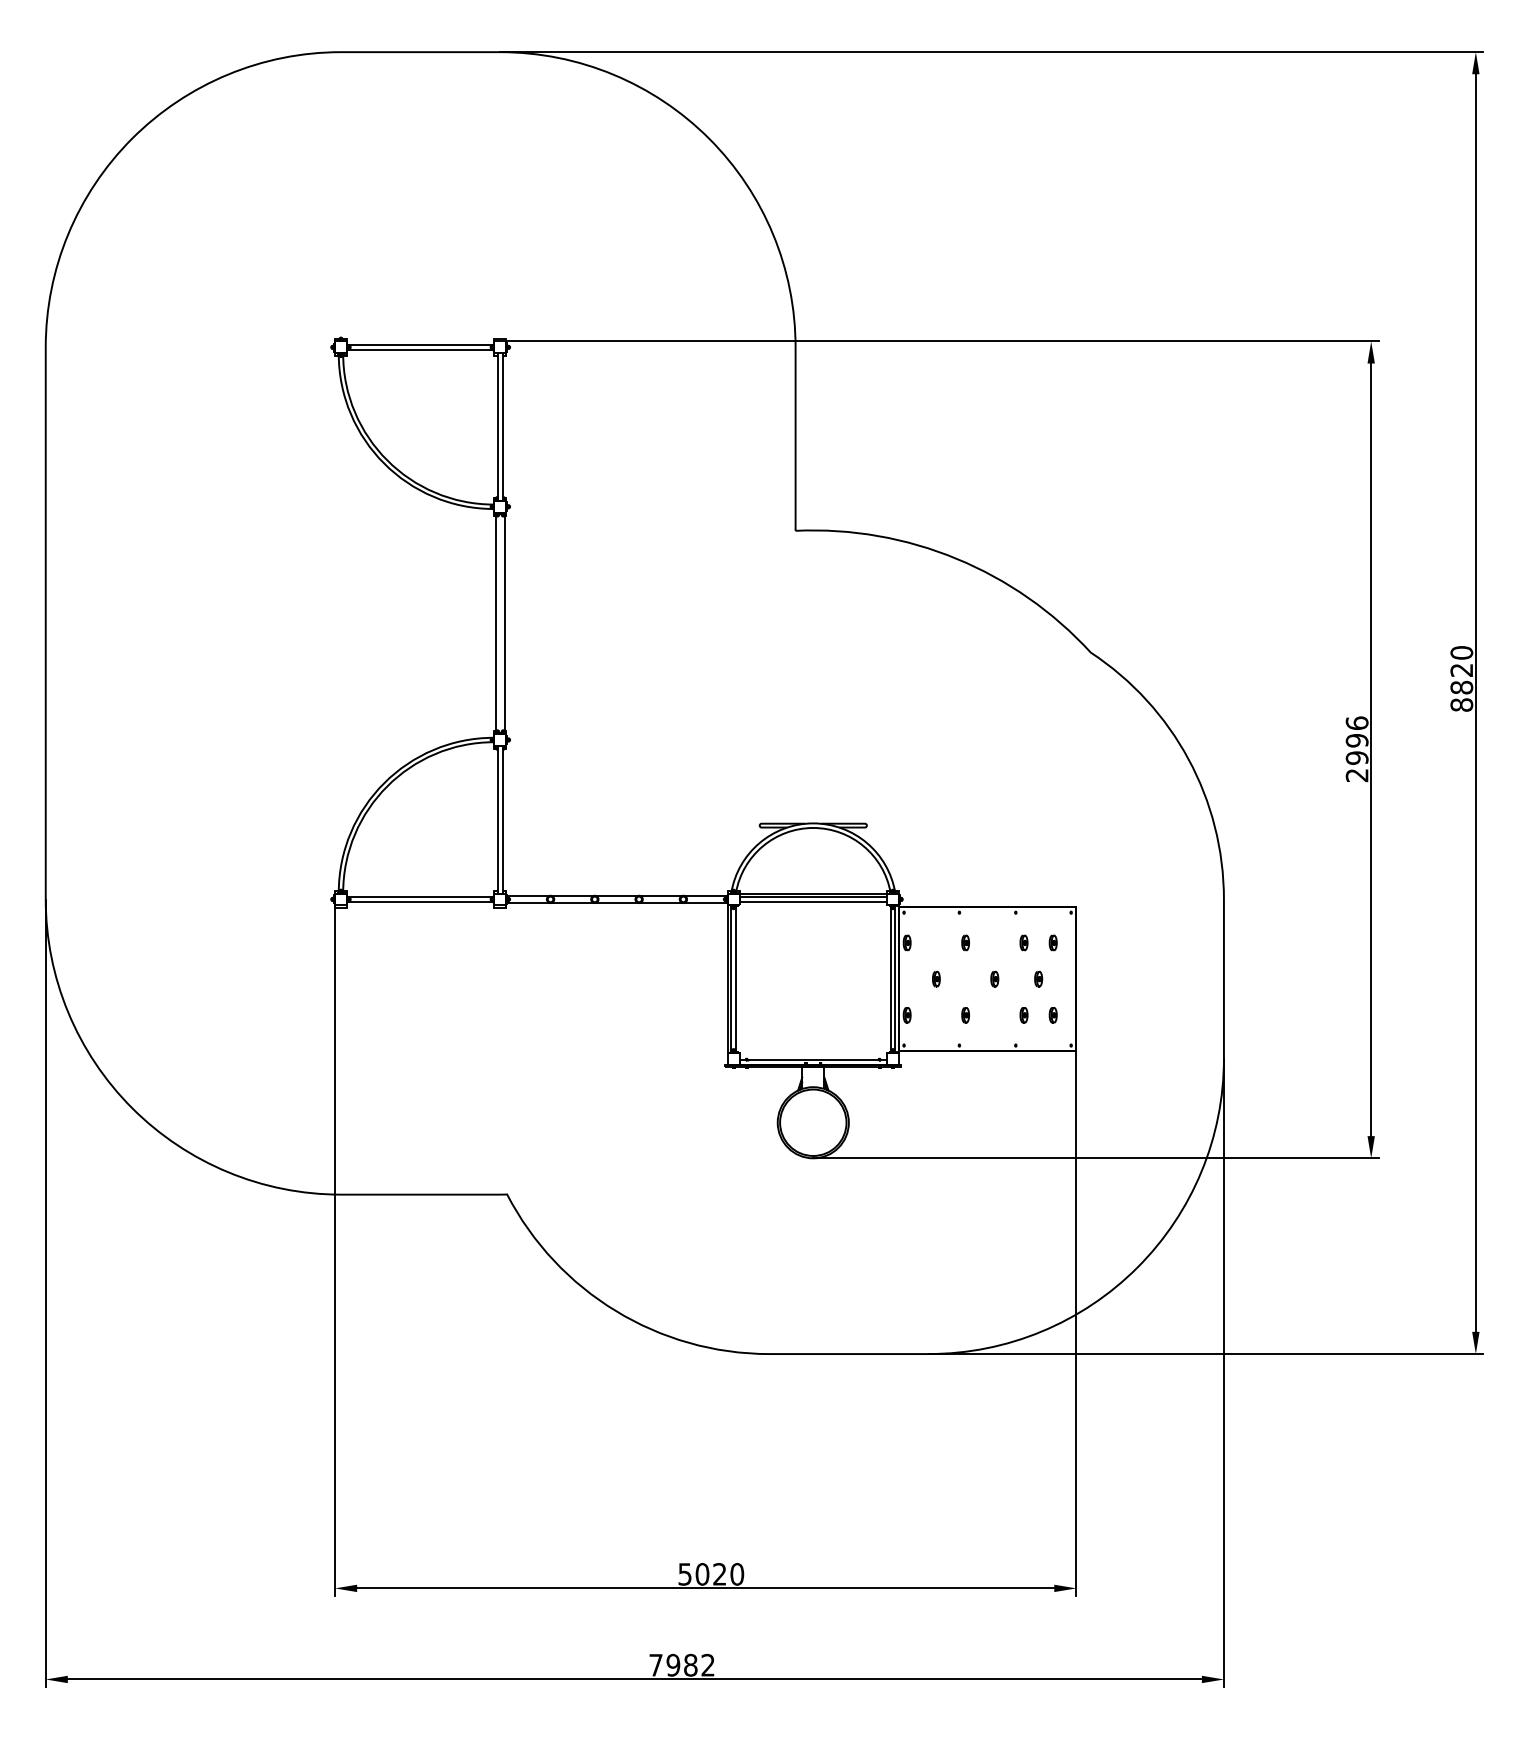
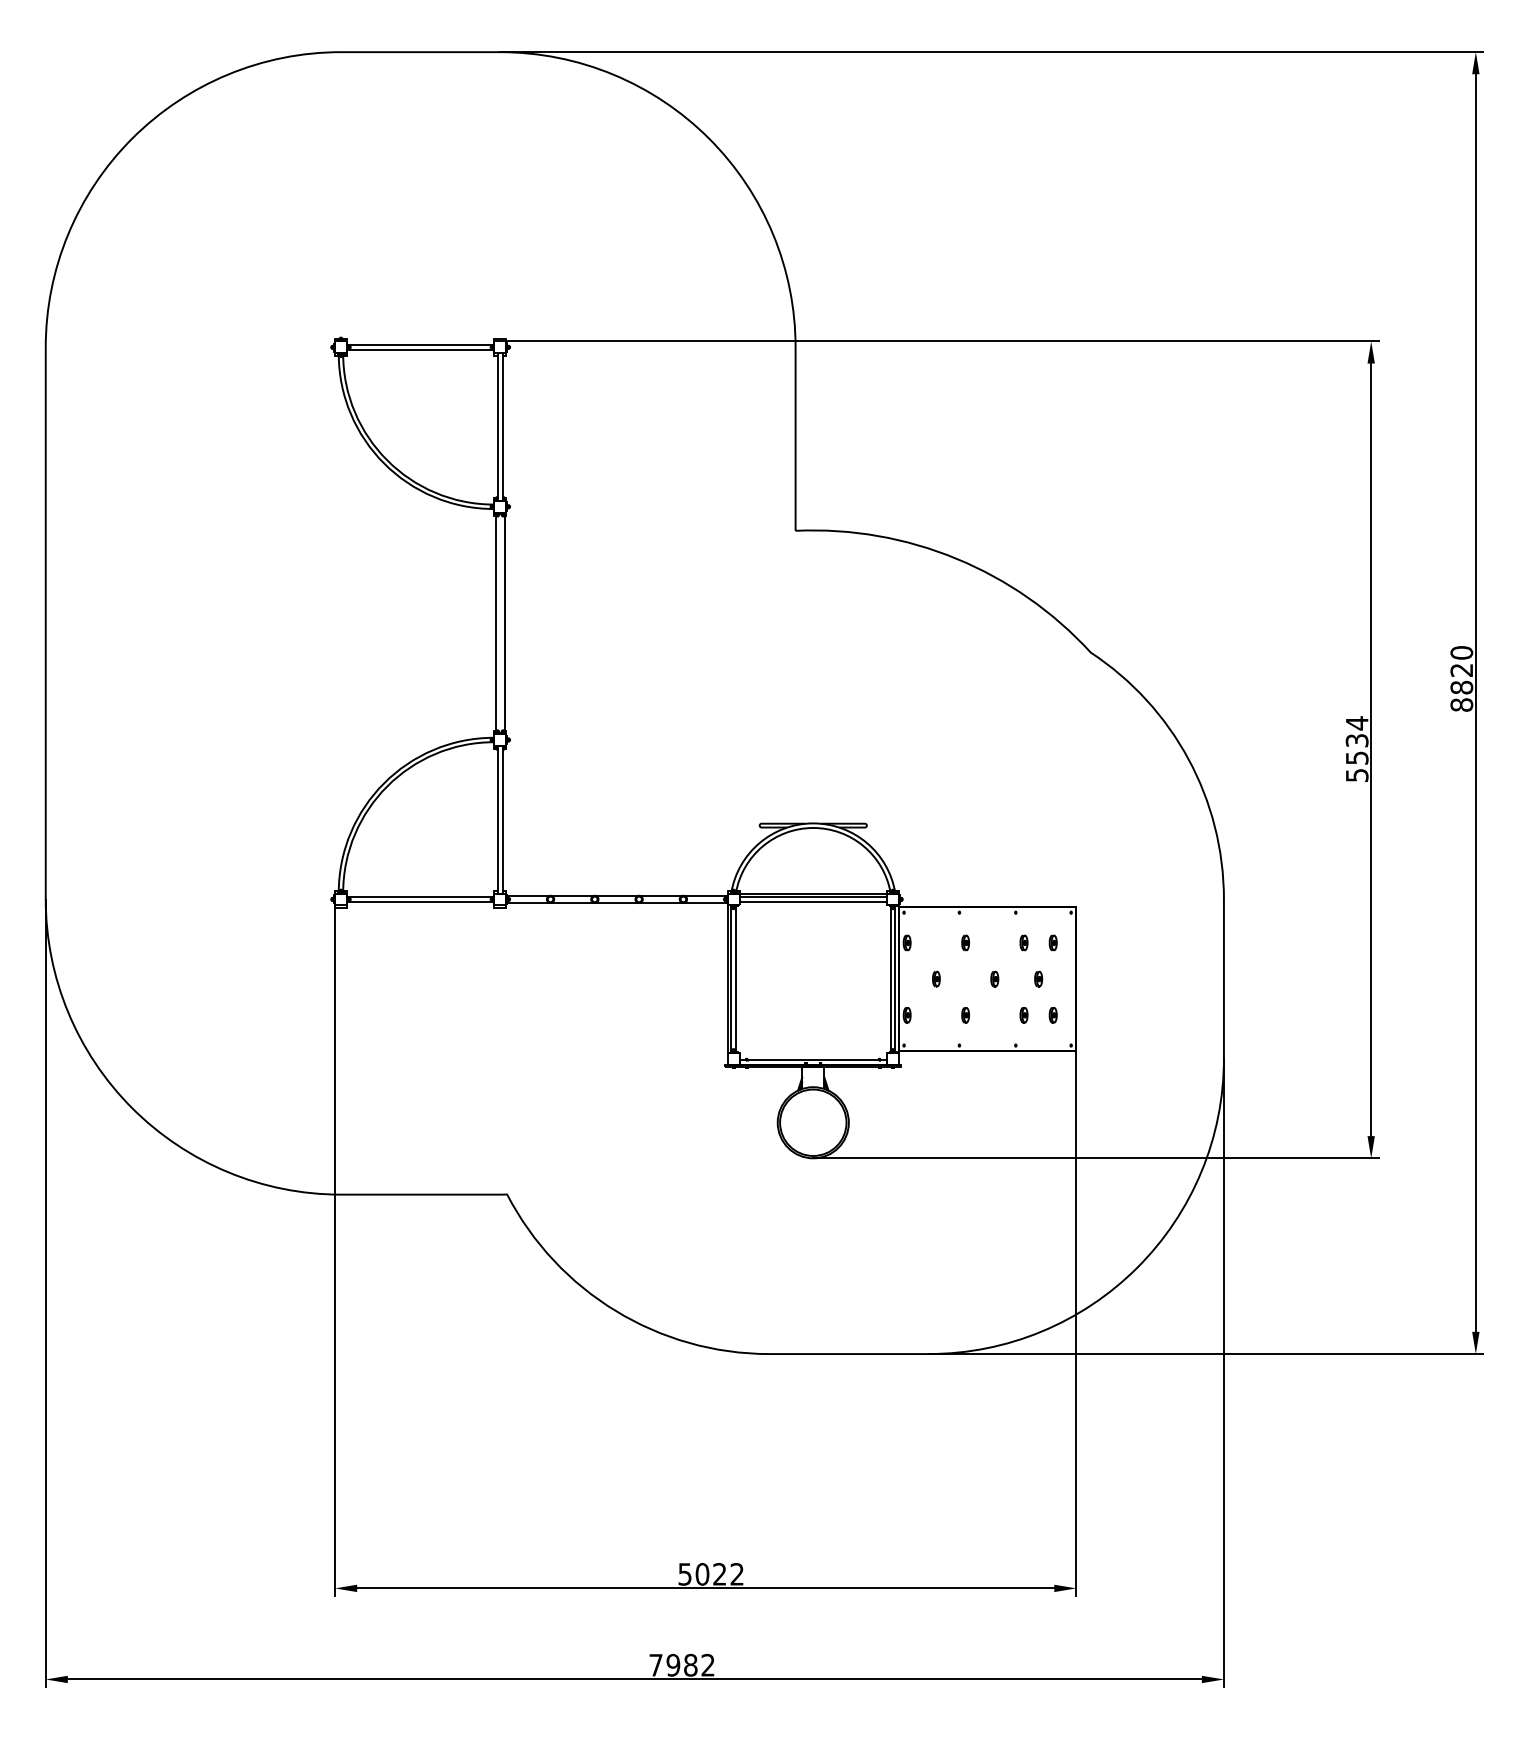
text at (1356, 749): 2996 -> 5534
text at (737, 1574): 5020 -> 5022
